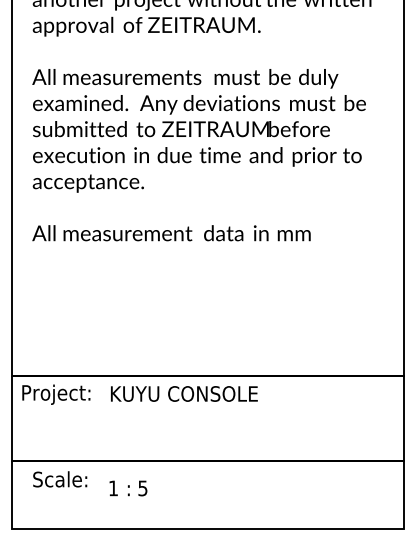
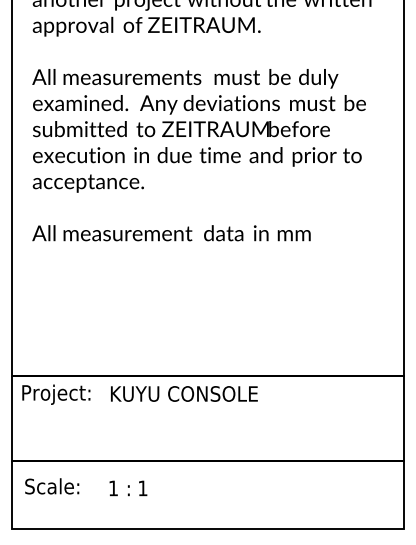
text at (60, 479) position: (60, 479) -> (52, 486)
text at (142, 488): 5 -> 1
